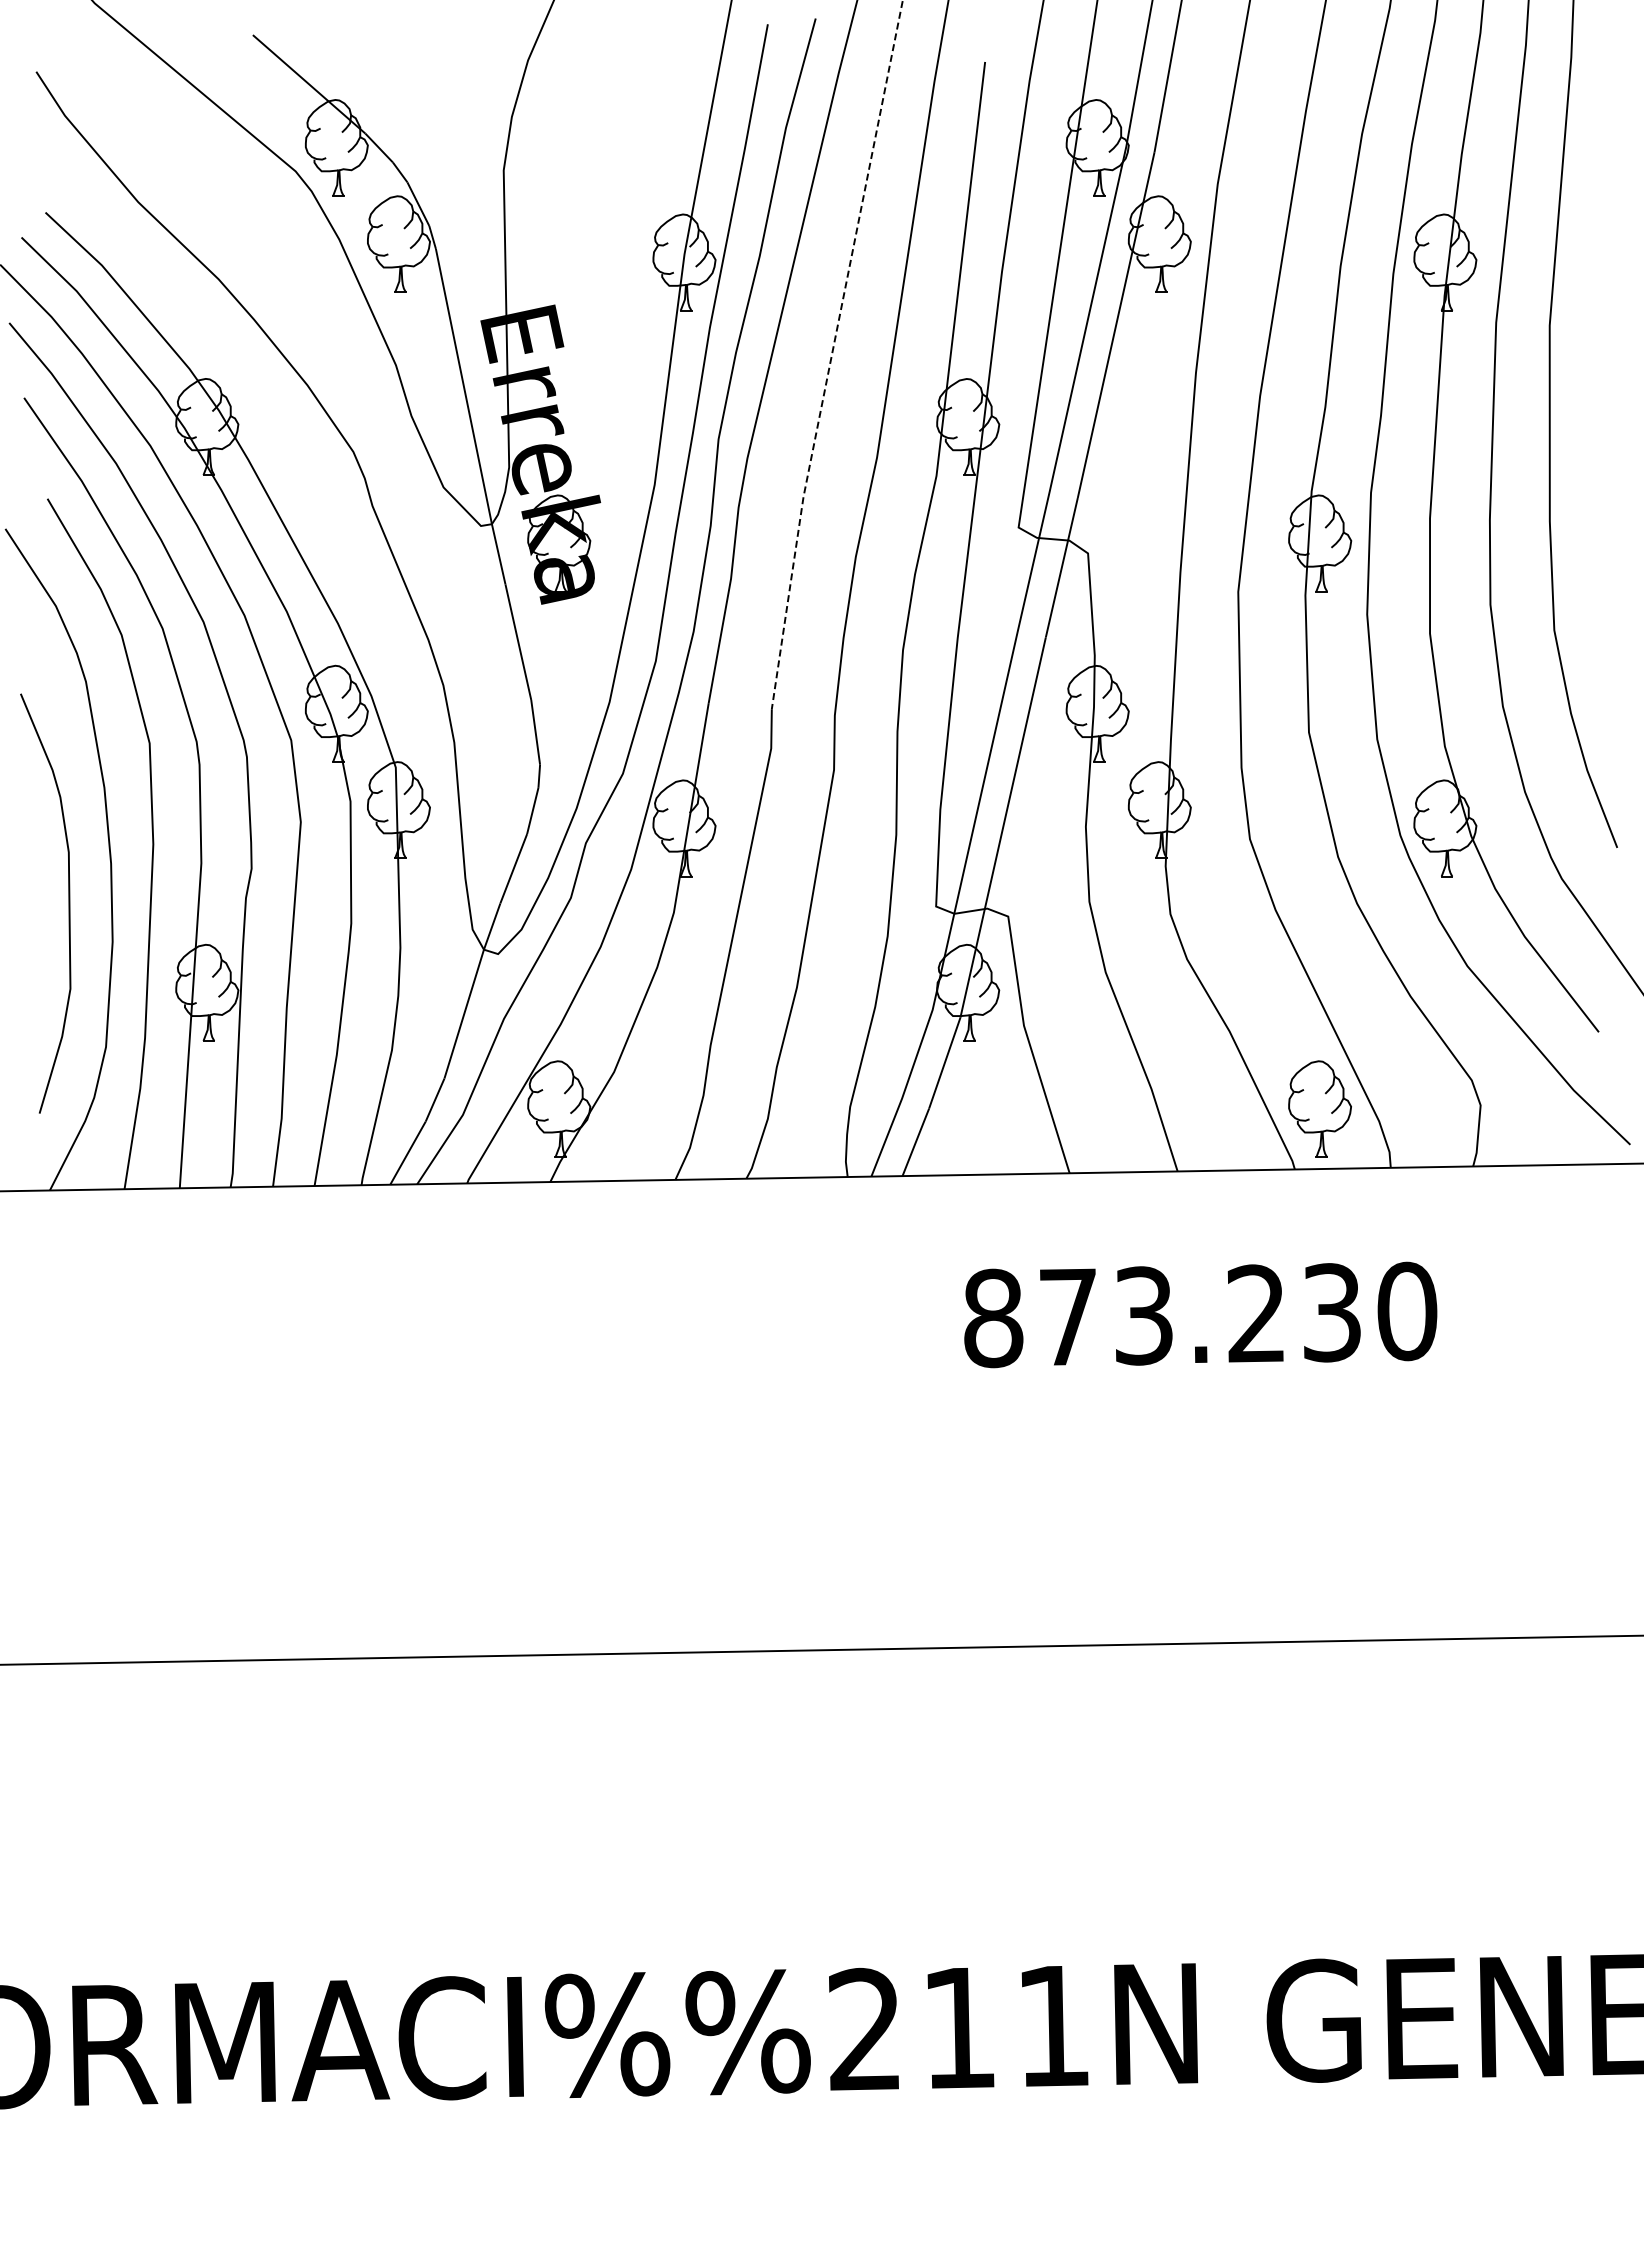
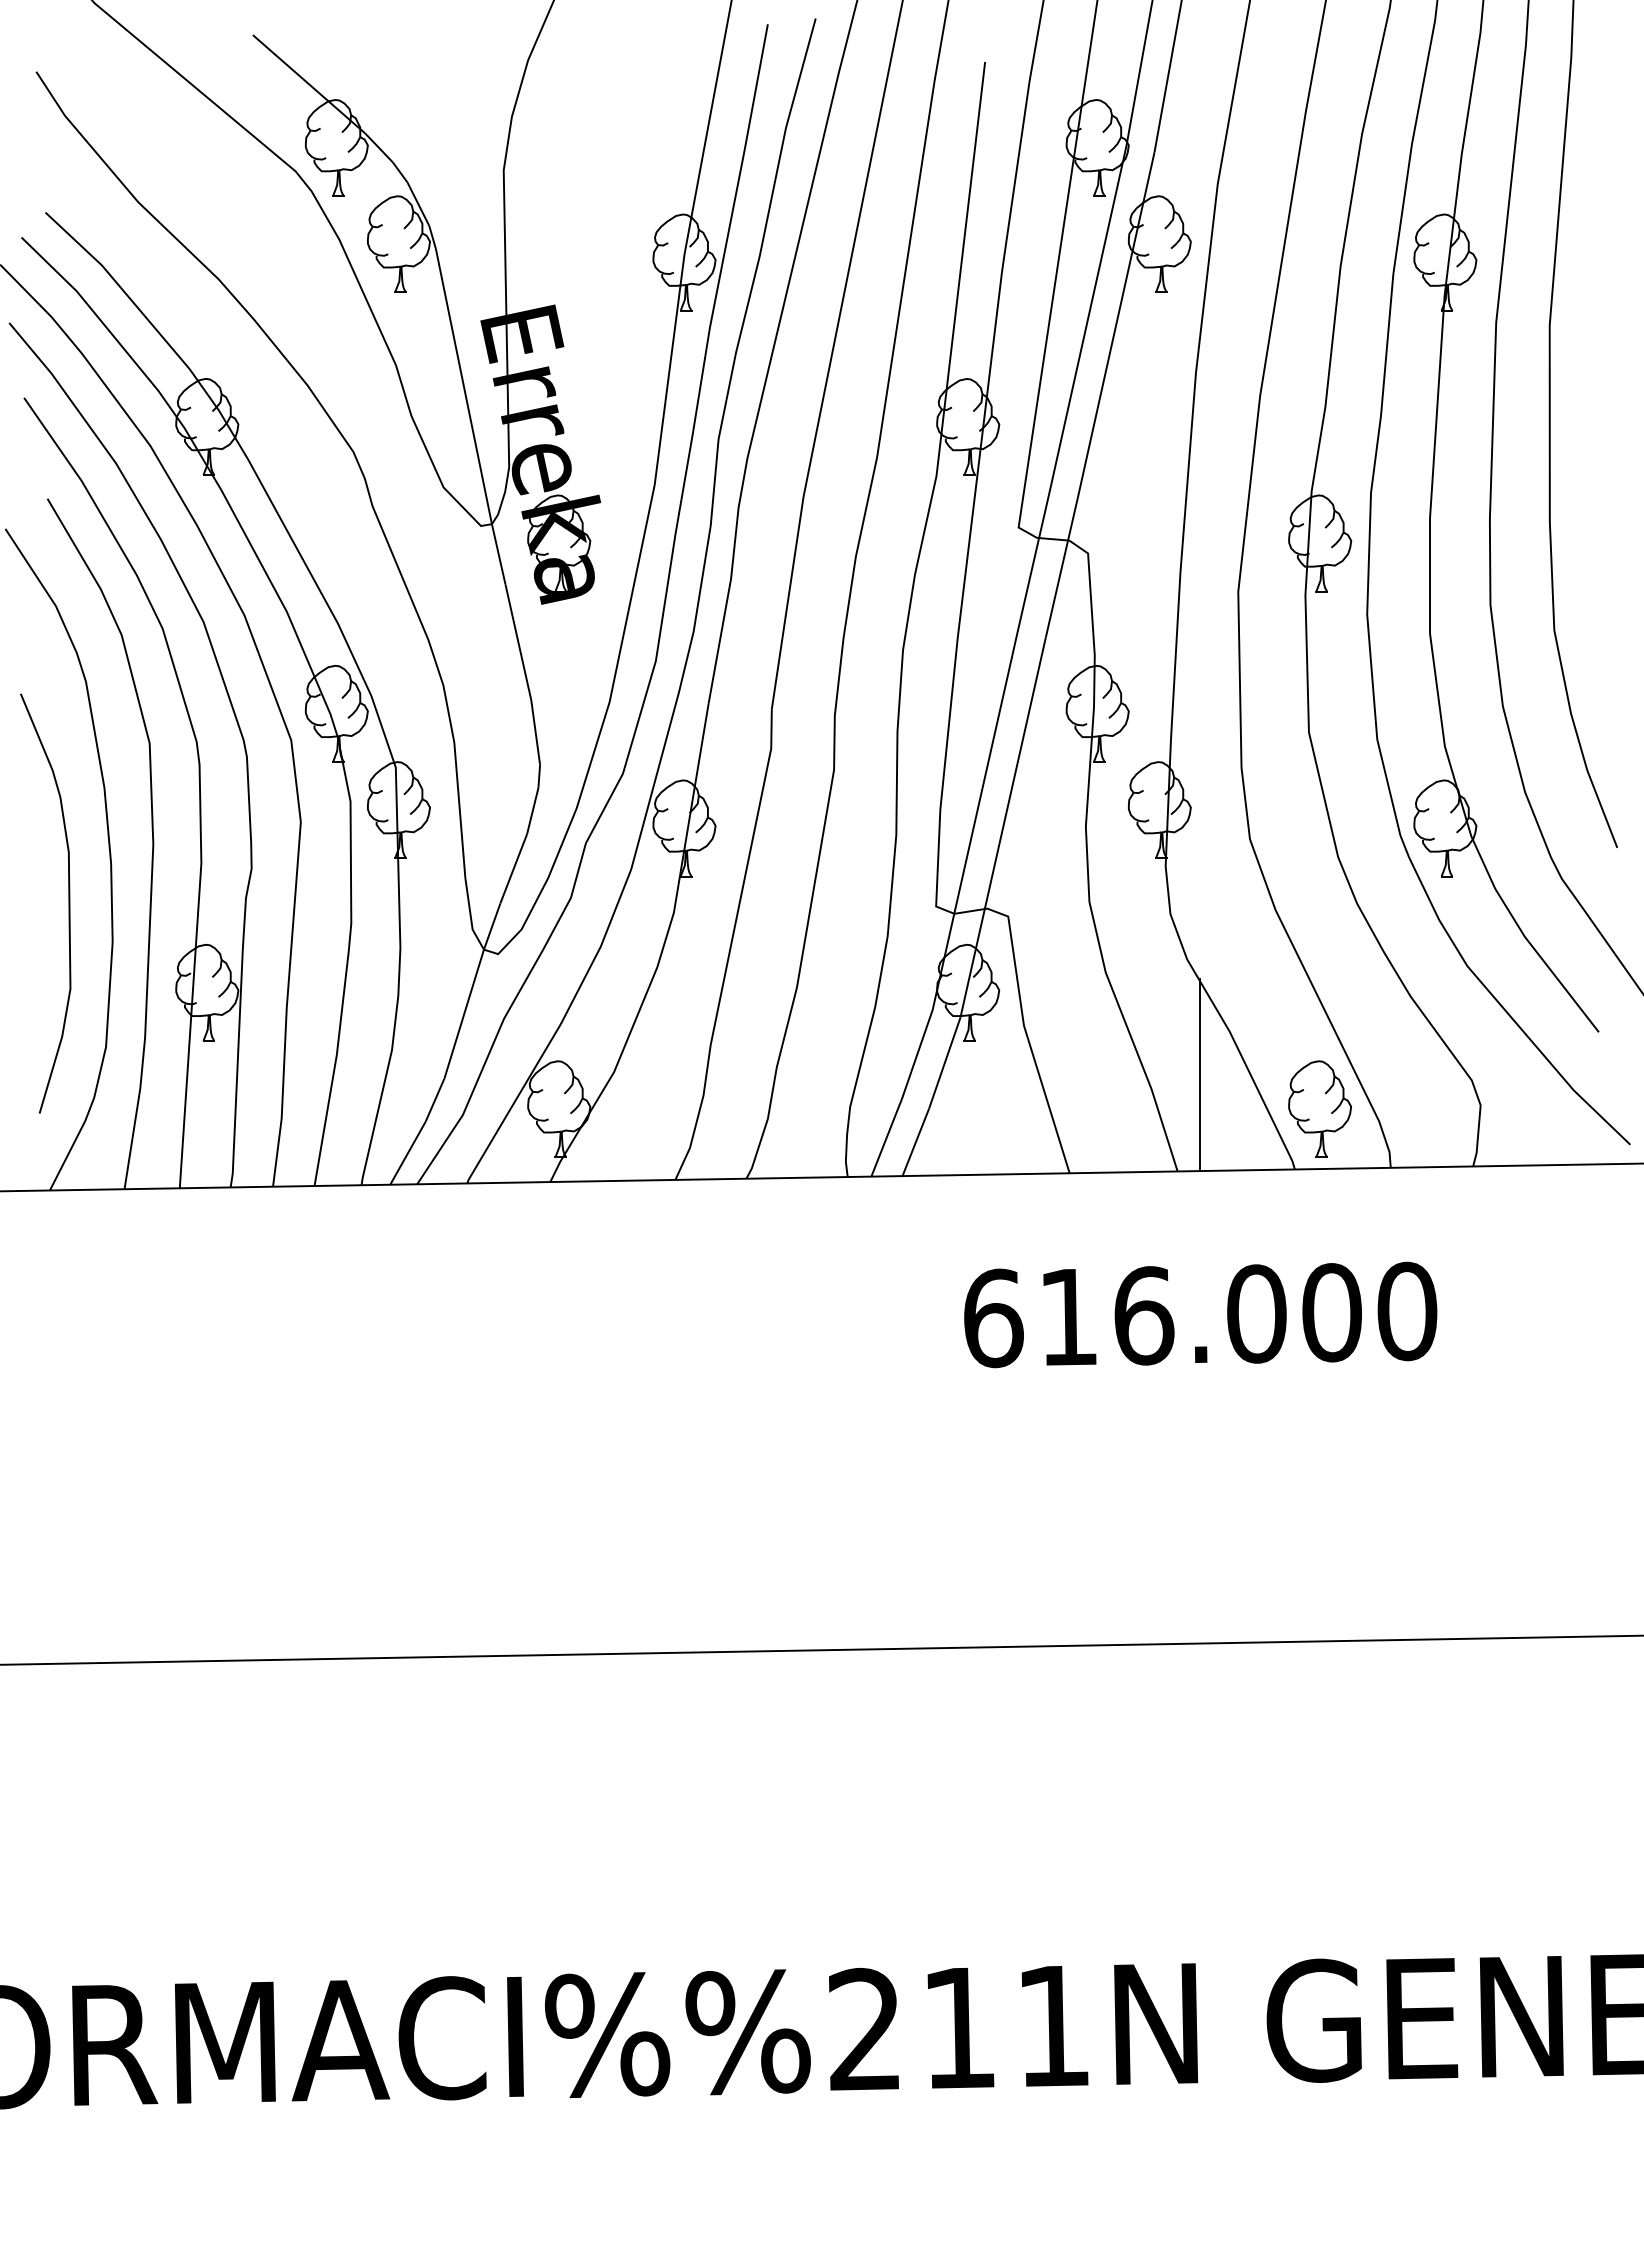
line at (831, 354): dashed -> solid
line at (1199, 1075): none -> present
text at (1162, 1315): 873.230 -> 616.000
